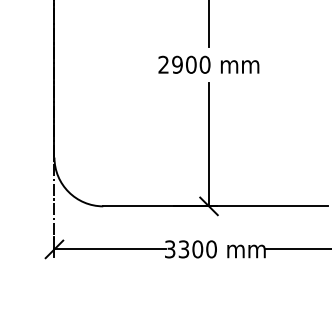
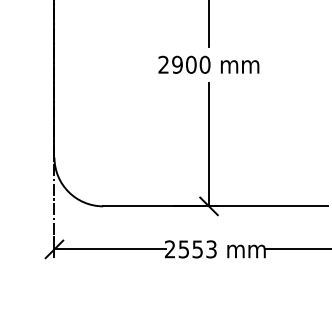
text at (190, 249): 3300 -> 2553
